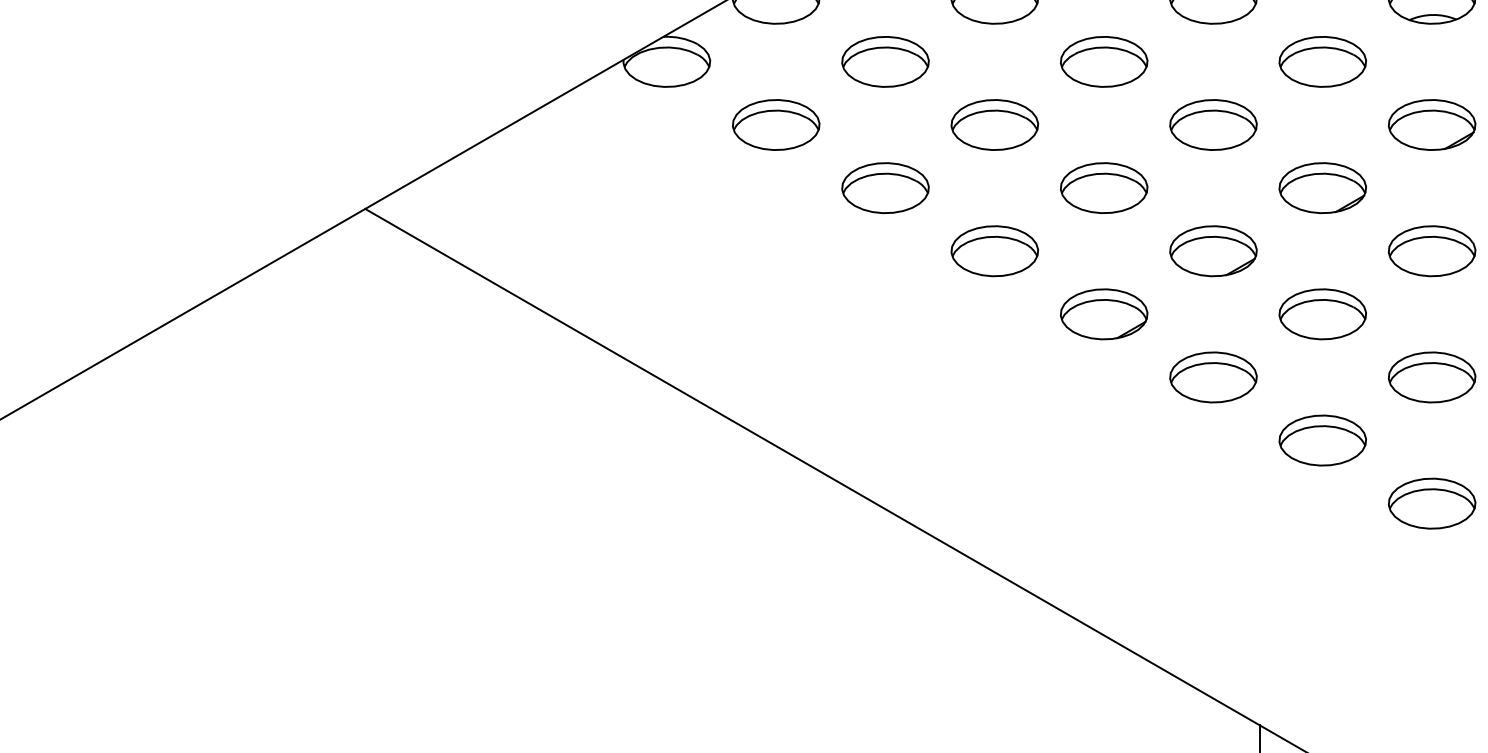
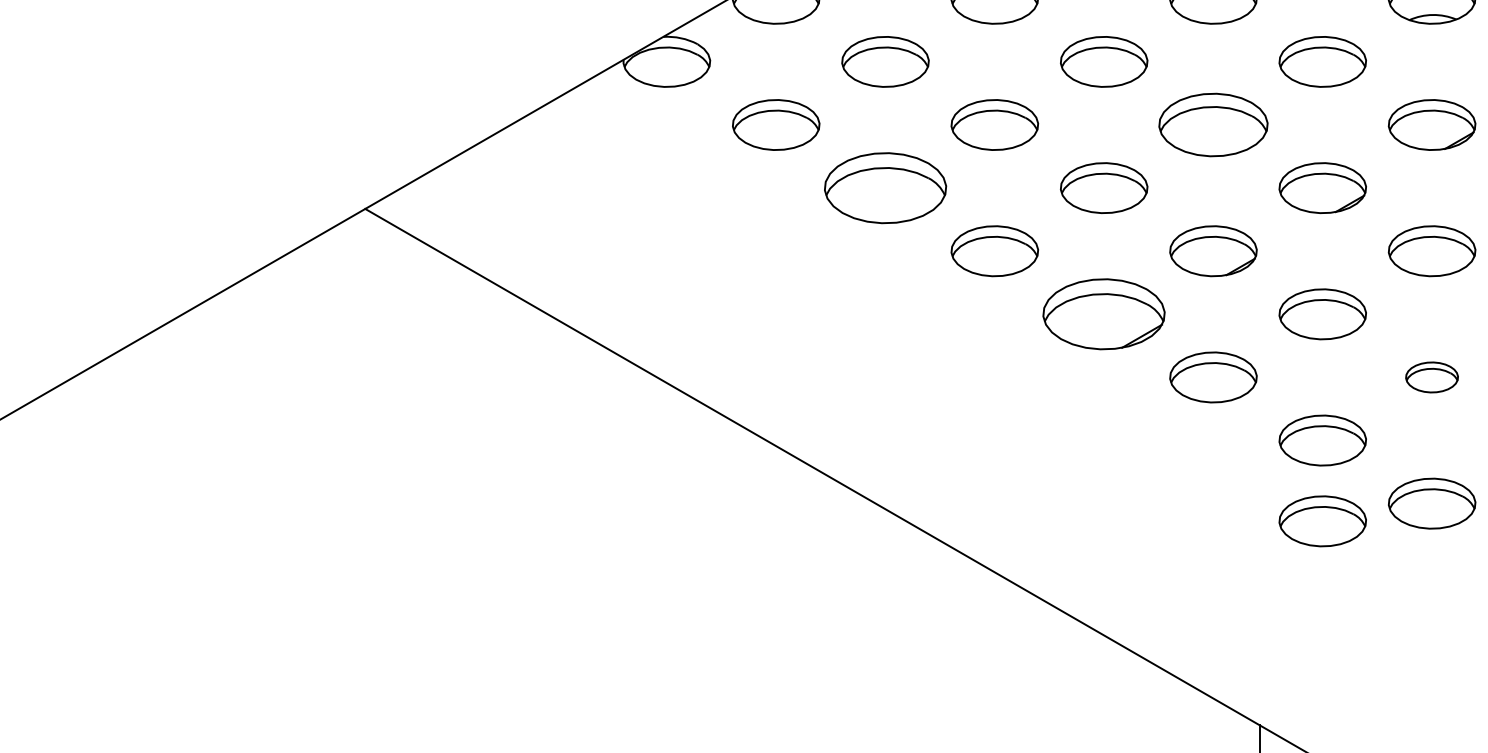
part at (1213, 124) size: 89x52 px -> 111x66 px
part at (885, 187) size: 89x52 px -> 124x73 px
part at (1104, 314) size: 89x53 px -> 124x73 px
part at (1431, 377) size: 90x53 px -> 54x33 px
part at (1322, 521): none -> present
